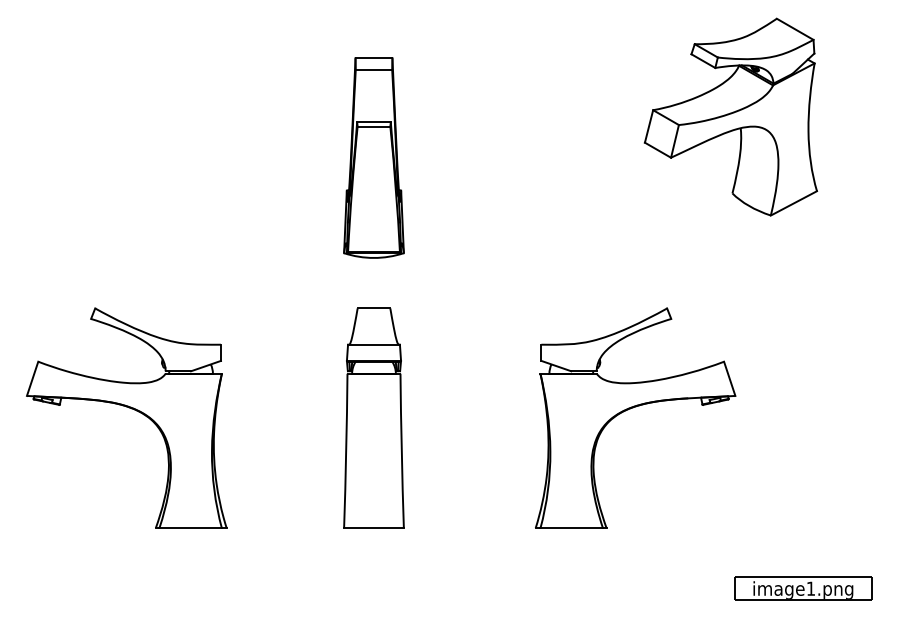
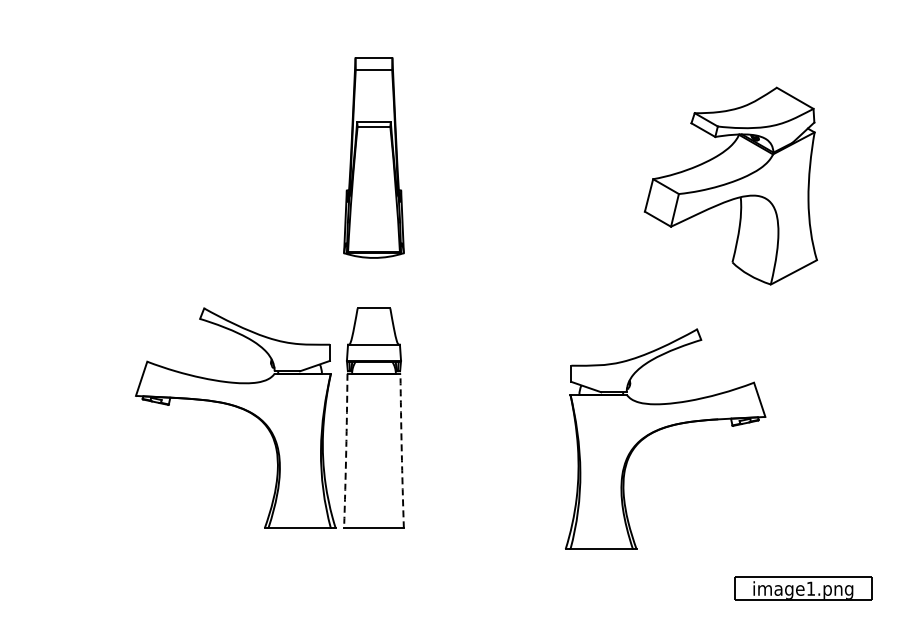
part at (730, 116) position: (730, 116) -> (730, 185)
part at (633, 408) position: (633, 408) -> (663, 429)
part at (131, 409) position: (131, 409) -> (240, 409)
arc at (346, 451): solid -> dashed
arc at (401, 451): solid -> dashed
